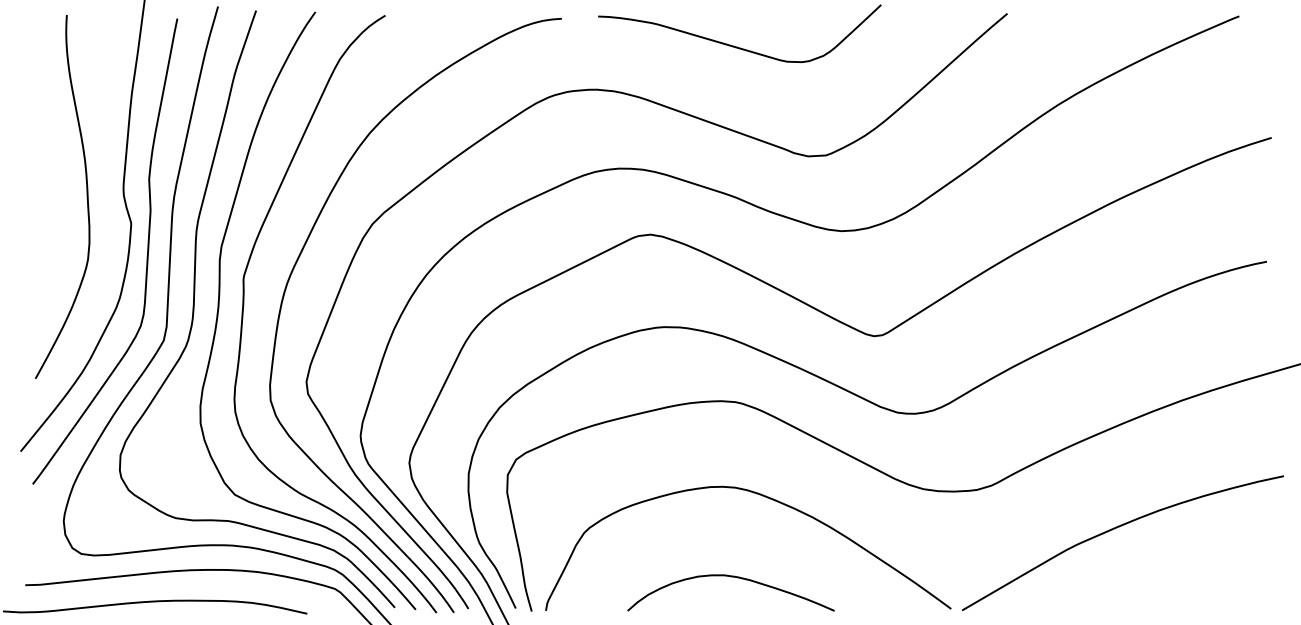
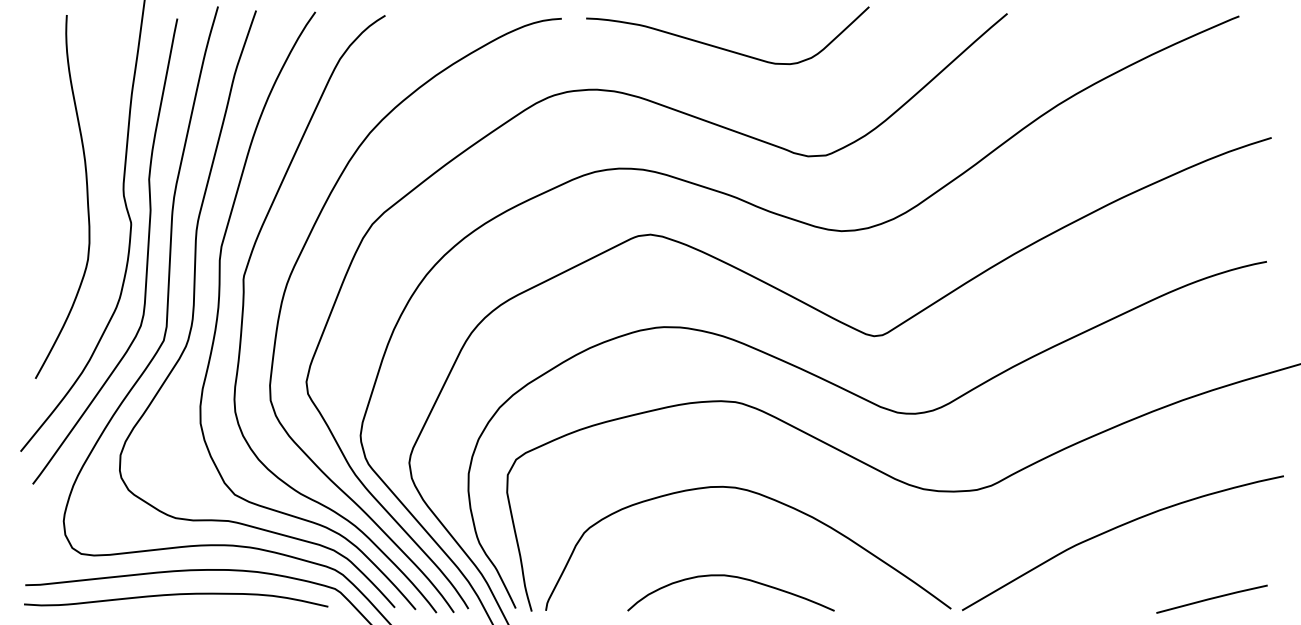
curve at (734, 45) position: (734, 45) -> (722, 47)
line at (1211, 598): none -> present
curve at (155, 602) position: (155, 602) -> (176, 595)
